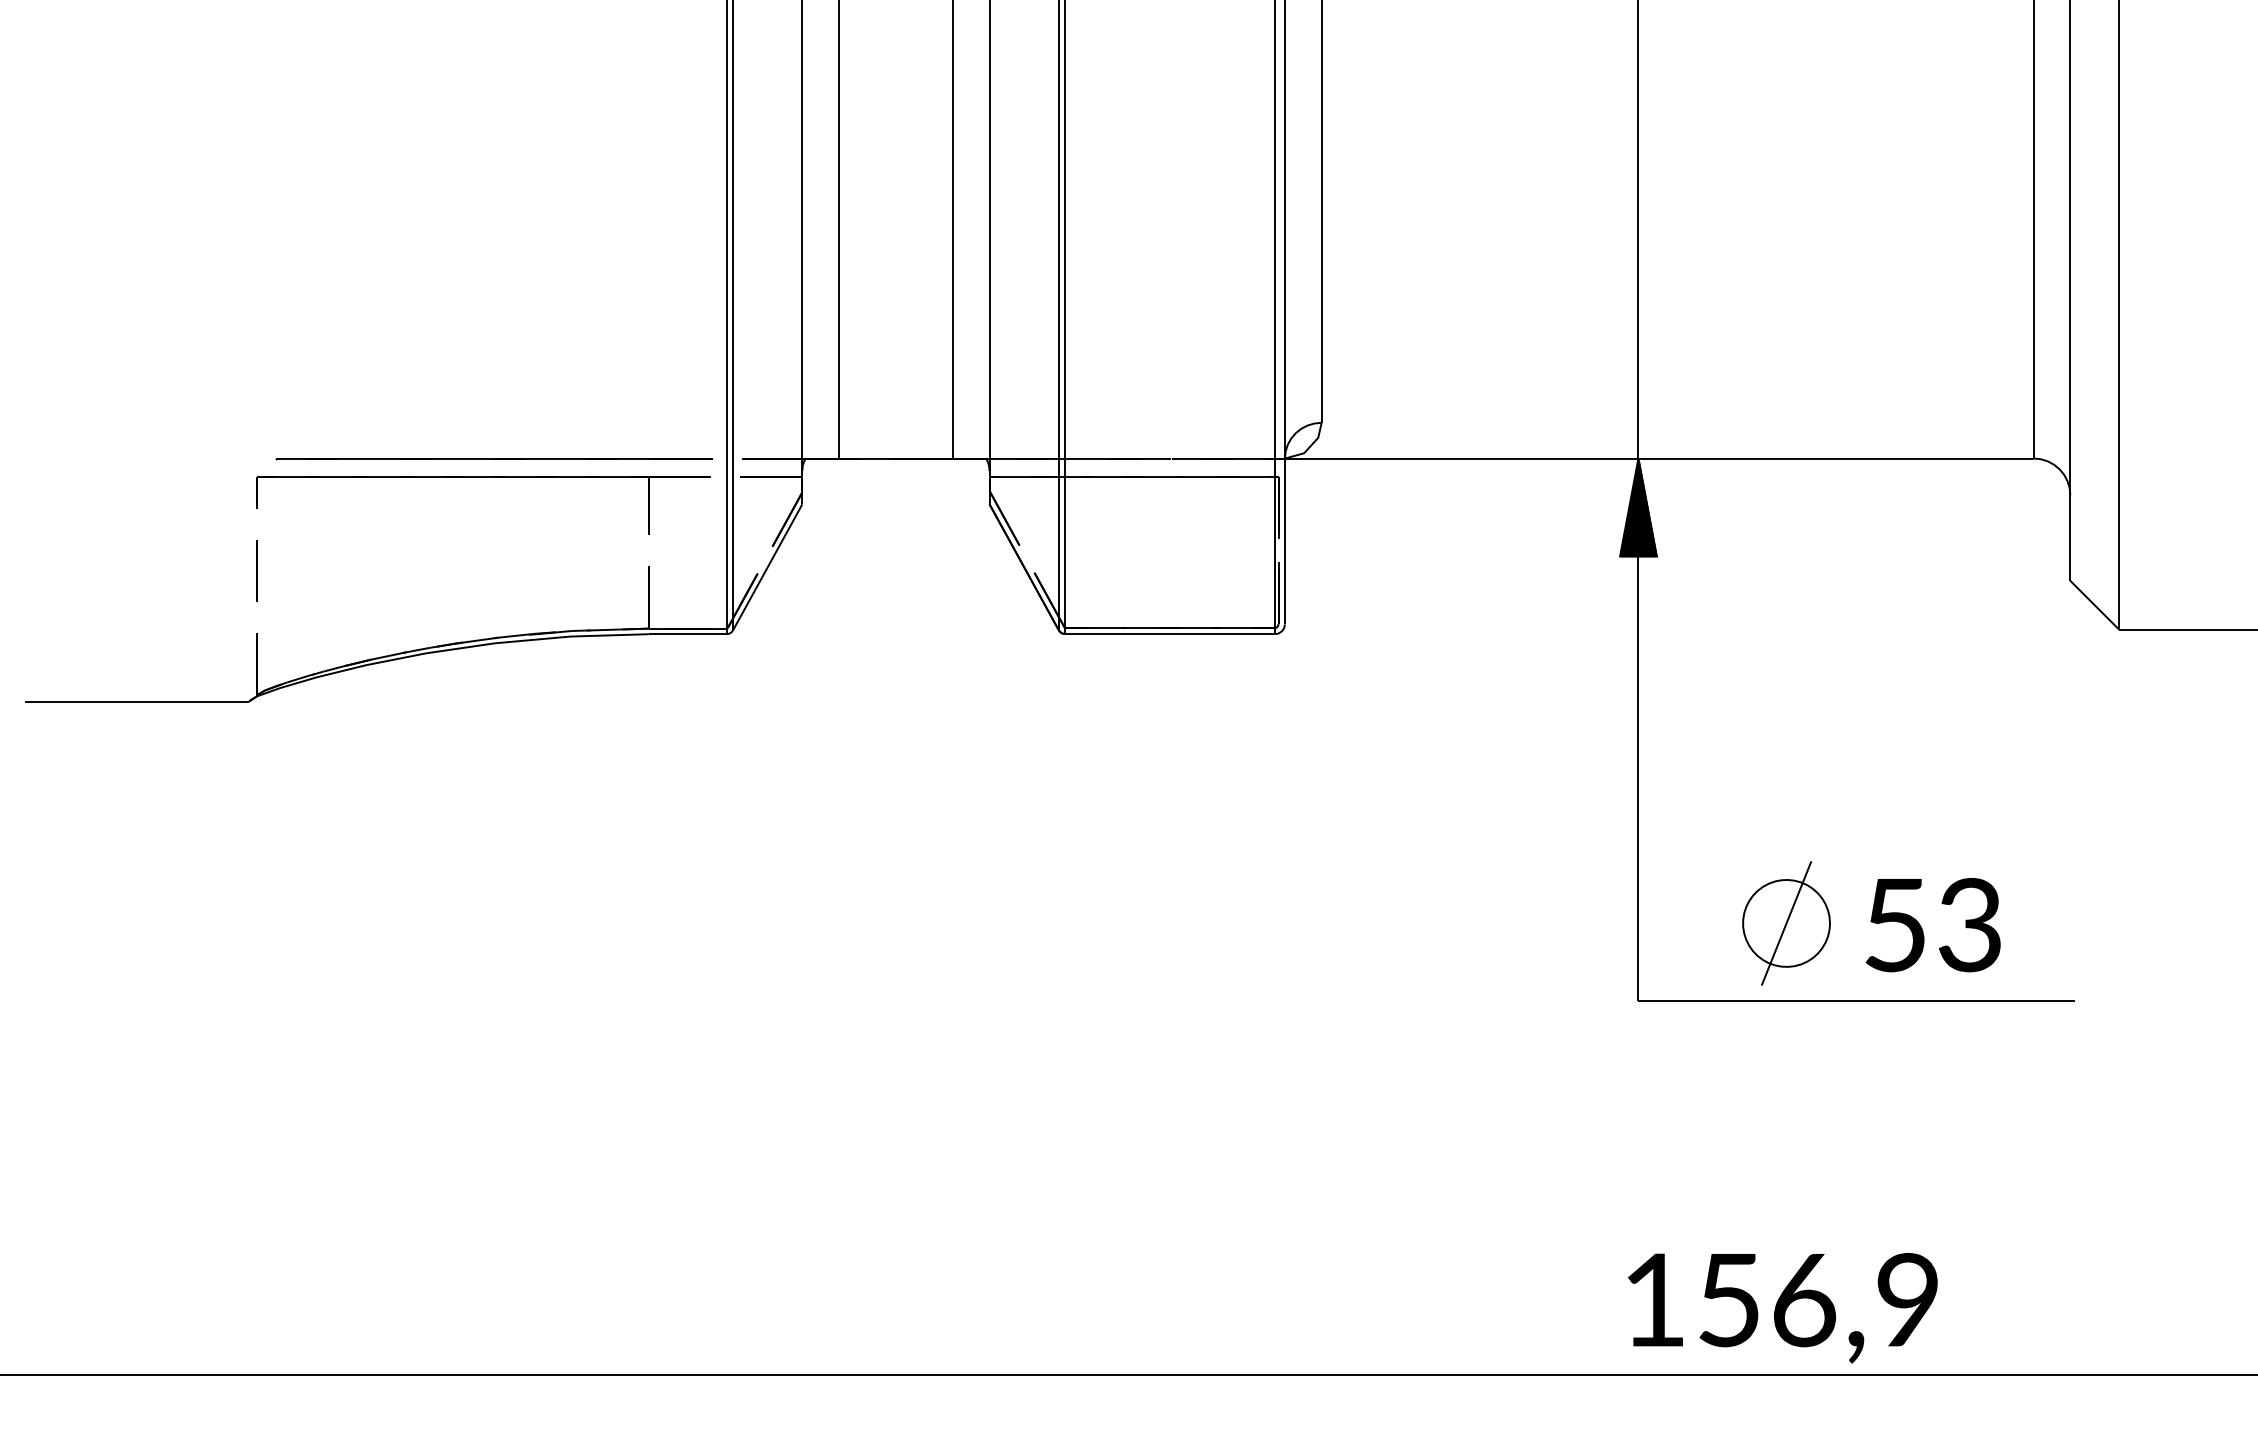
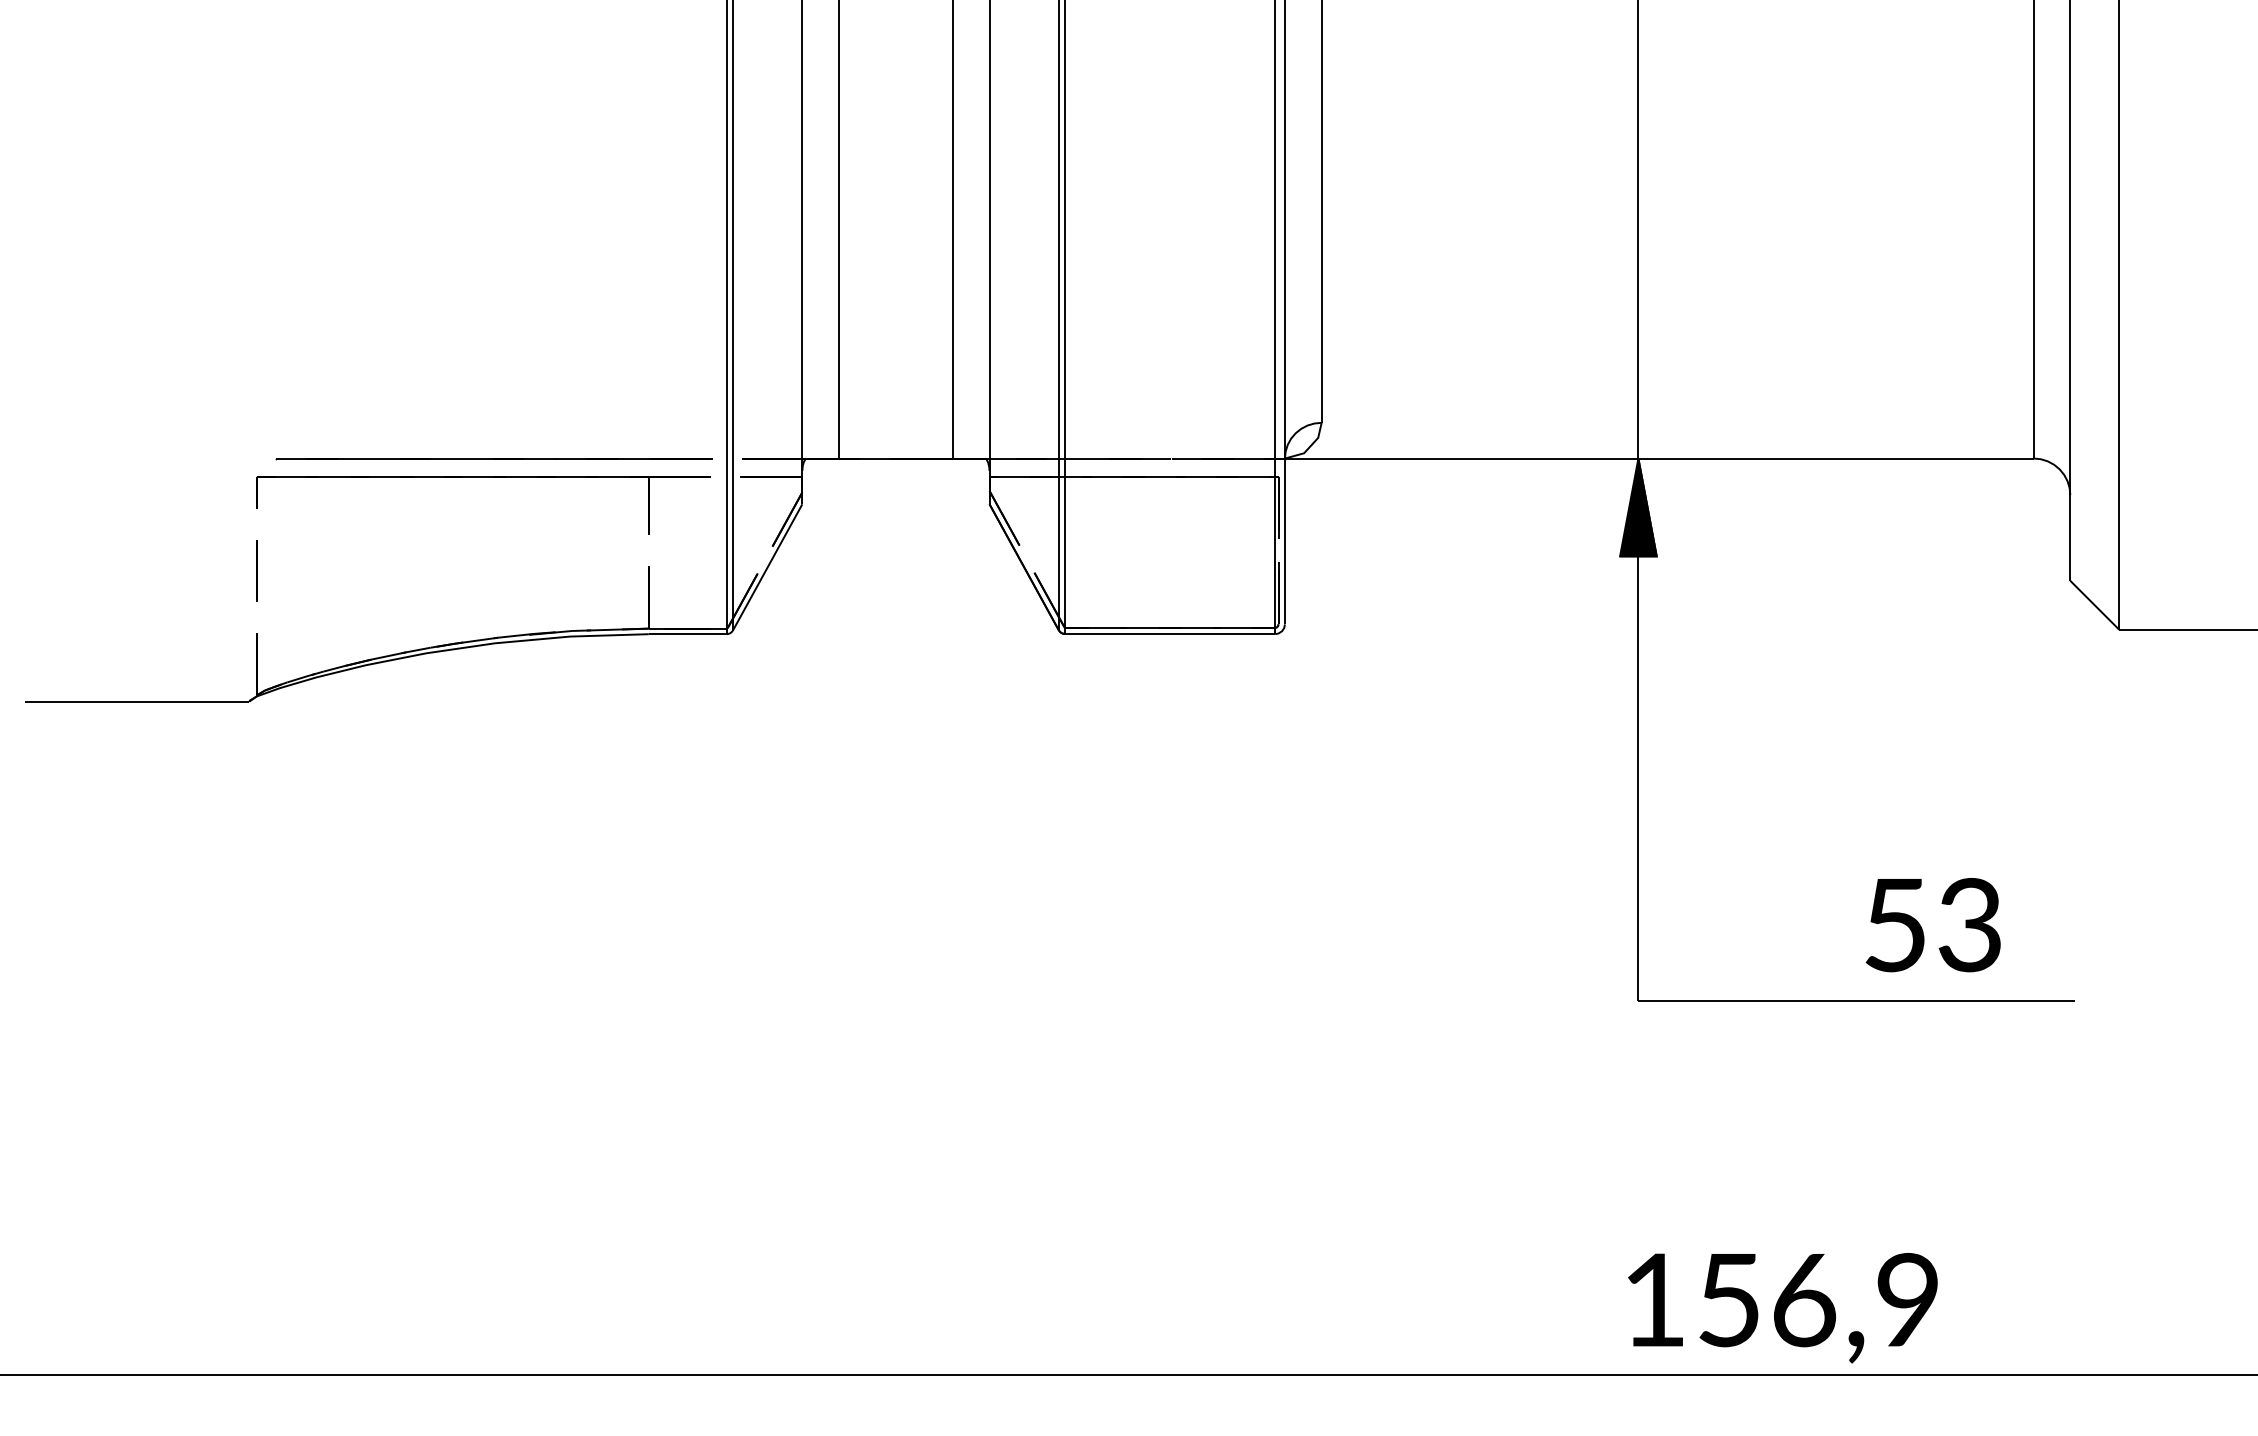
part at (1786, 923): present -> none
